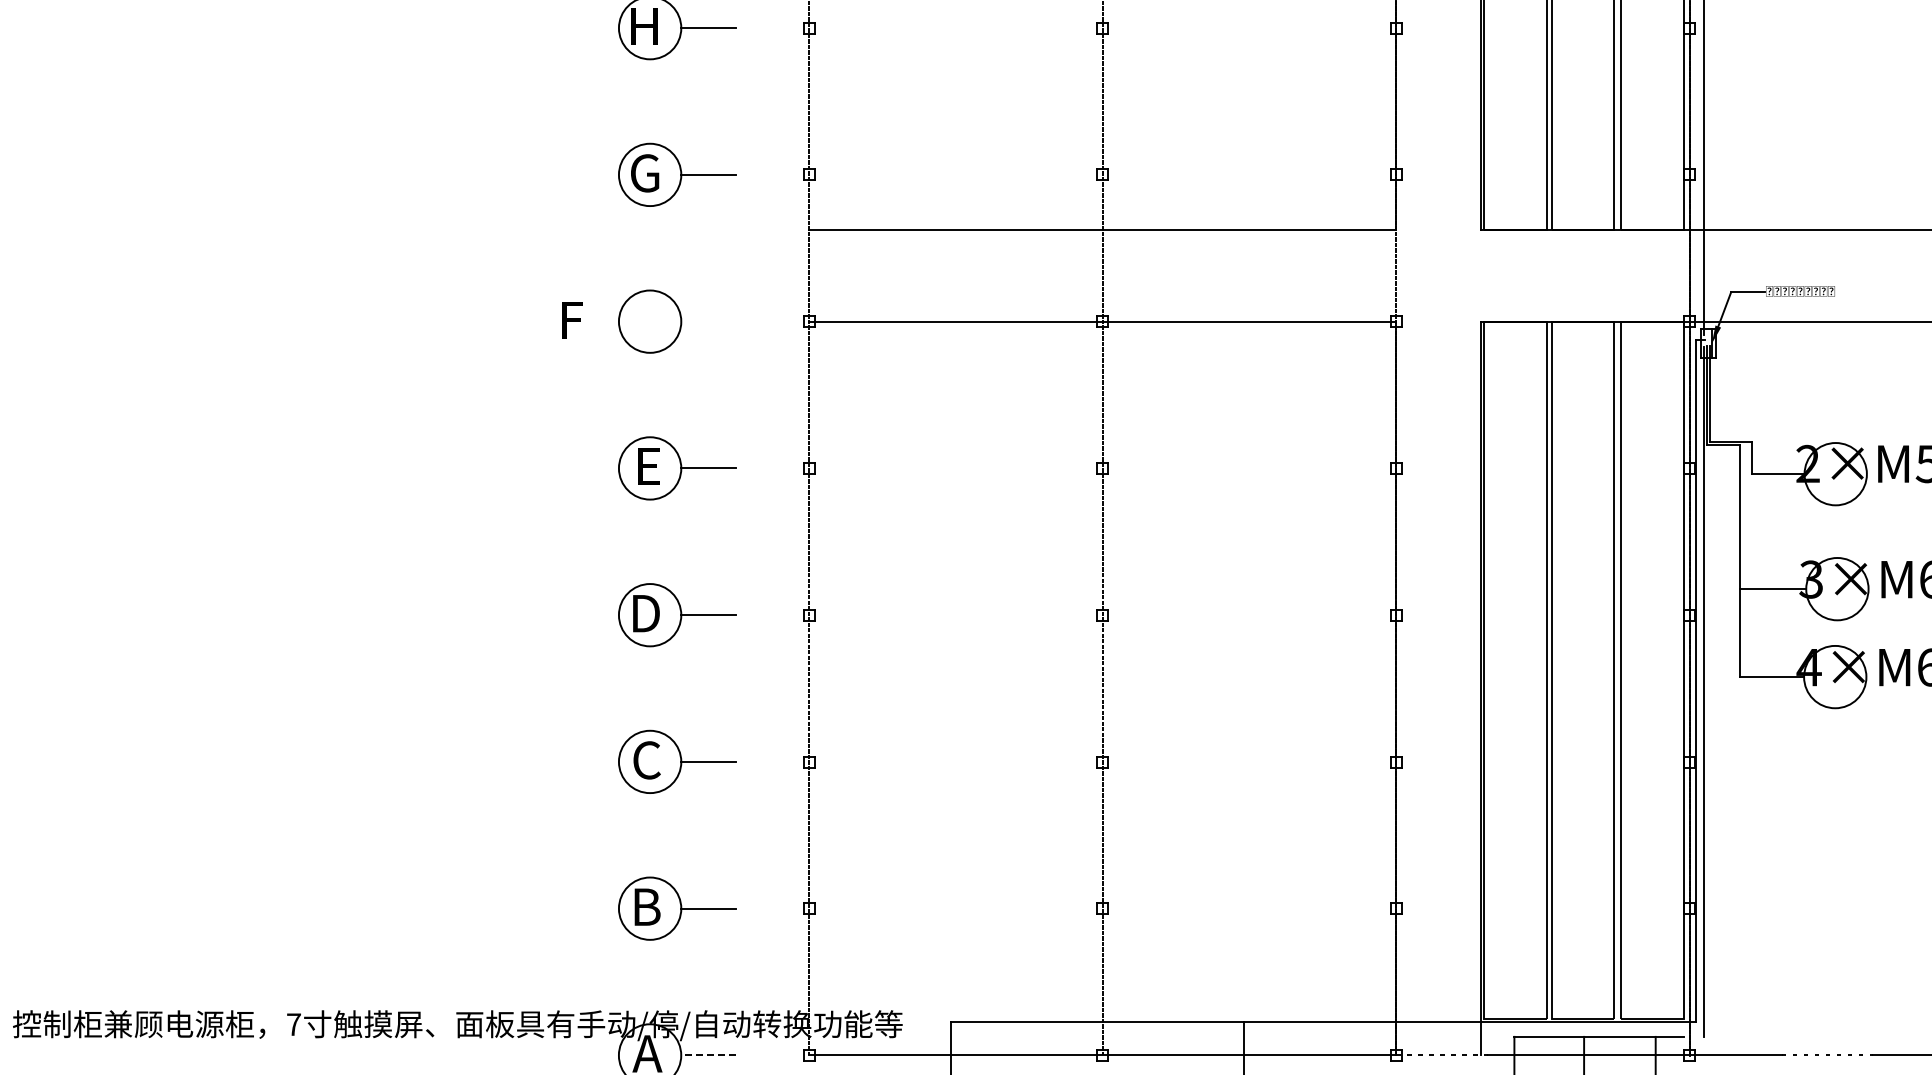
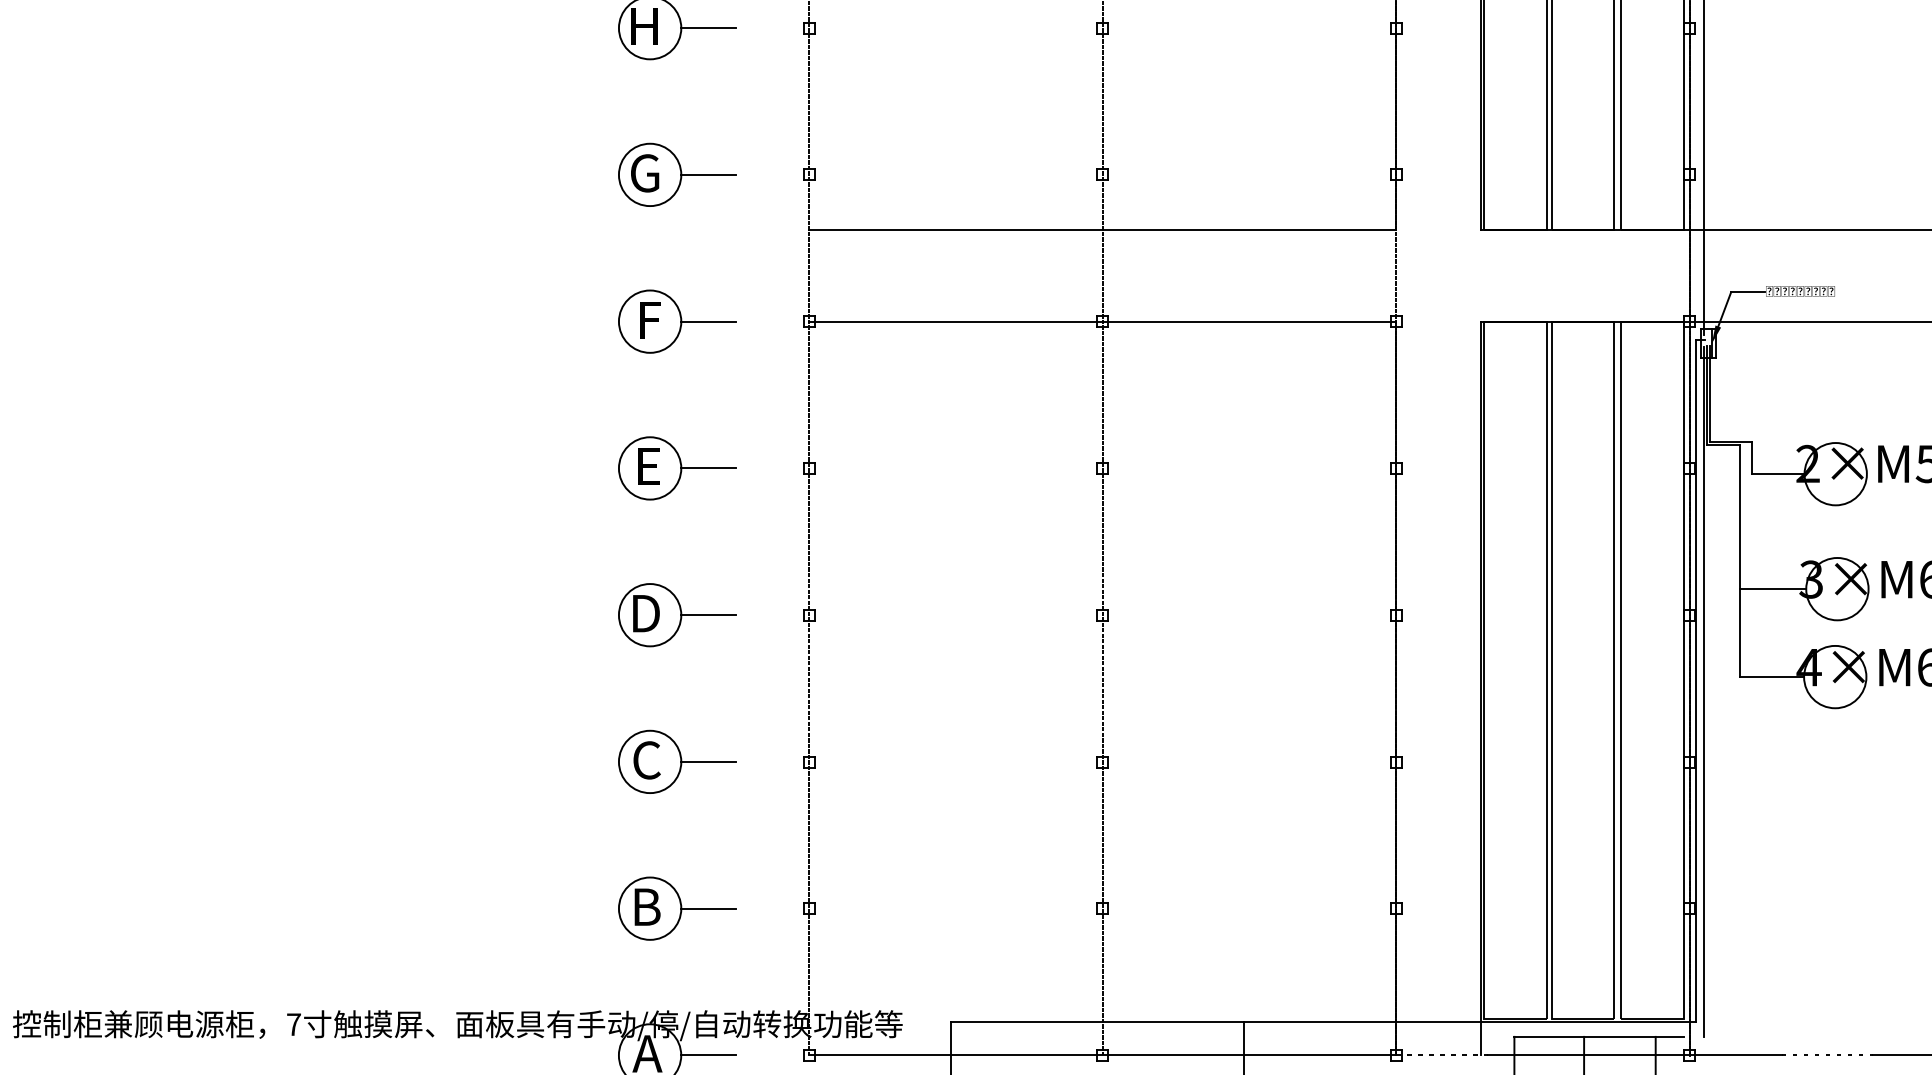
text at (572, 320) position: (572, 320) -> (650, 320)
line at (708, 321): none -> present
line at (708, 1055): dashed -> solid
